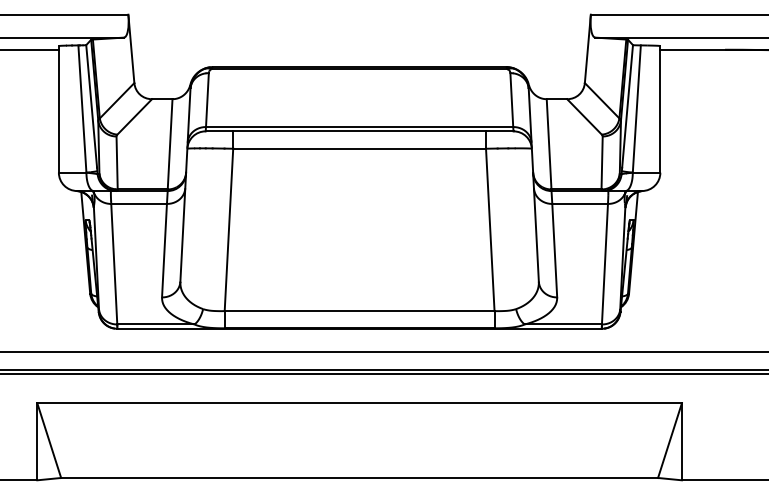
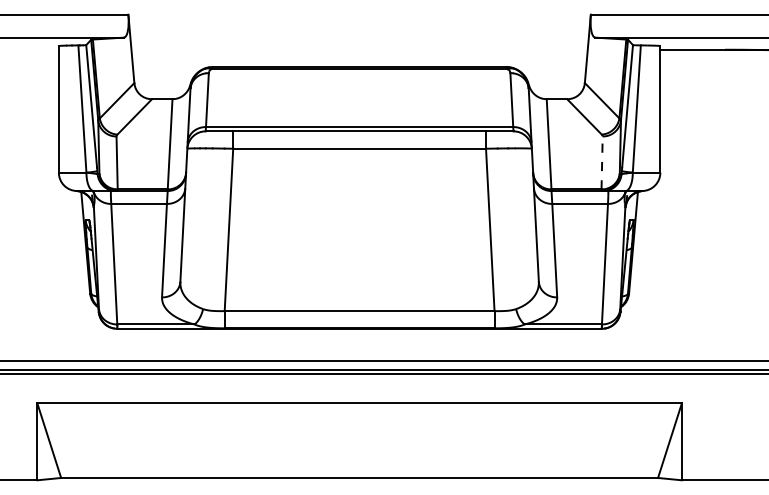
line at (30, 49): present -> none
line at (602, 162): solid -> dashed
line at (383, 352) position: (383, 352) -> (383, 361)
